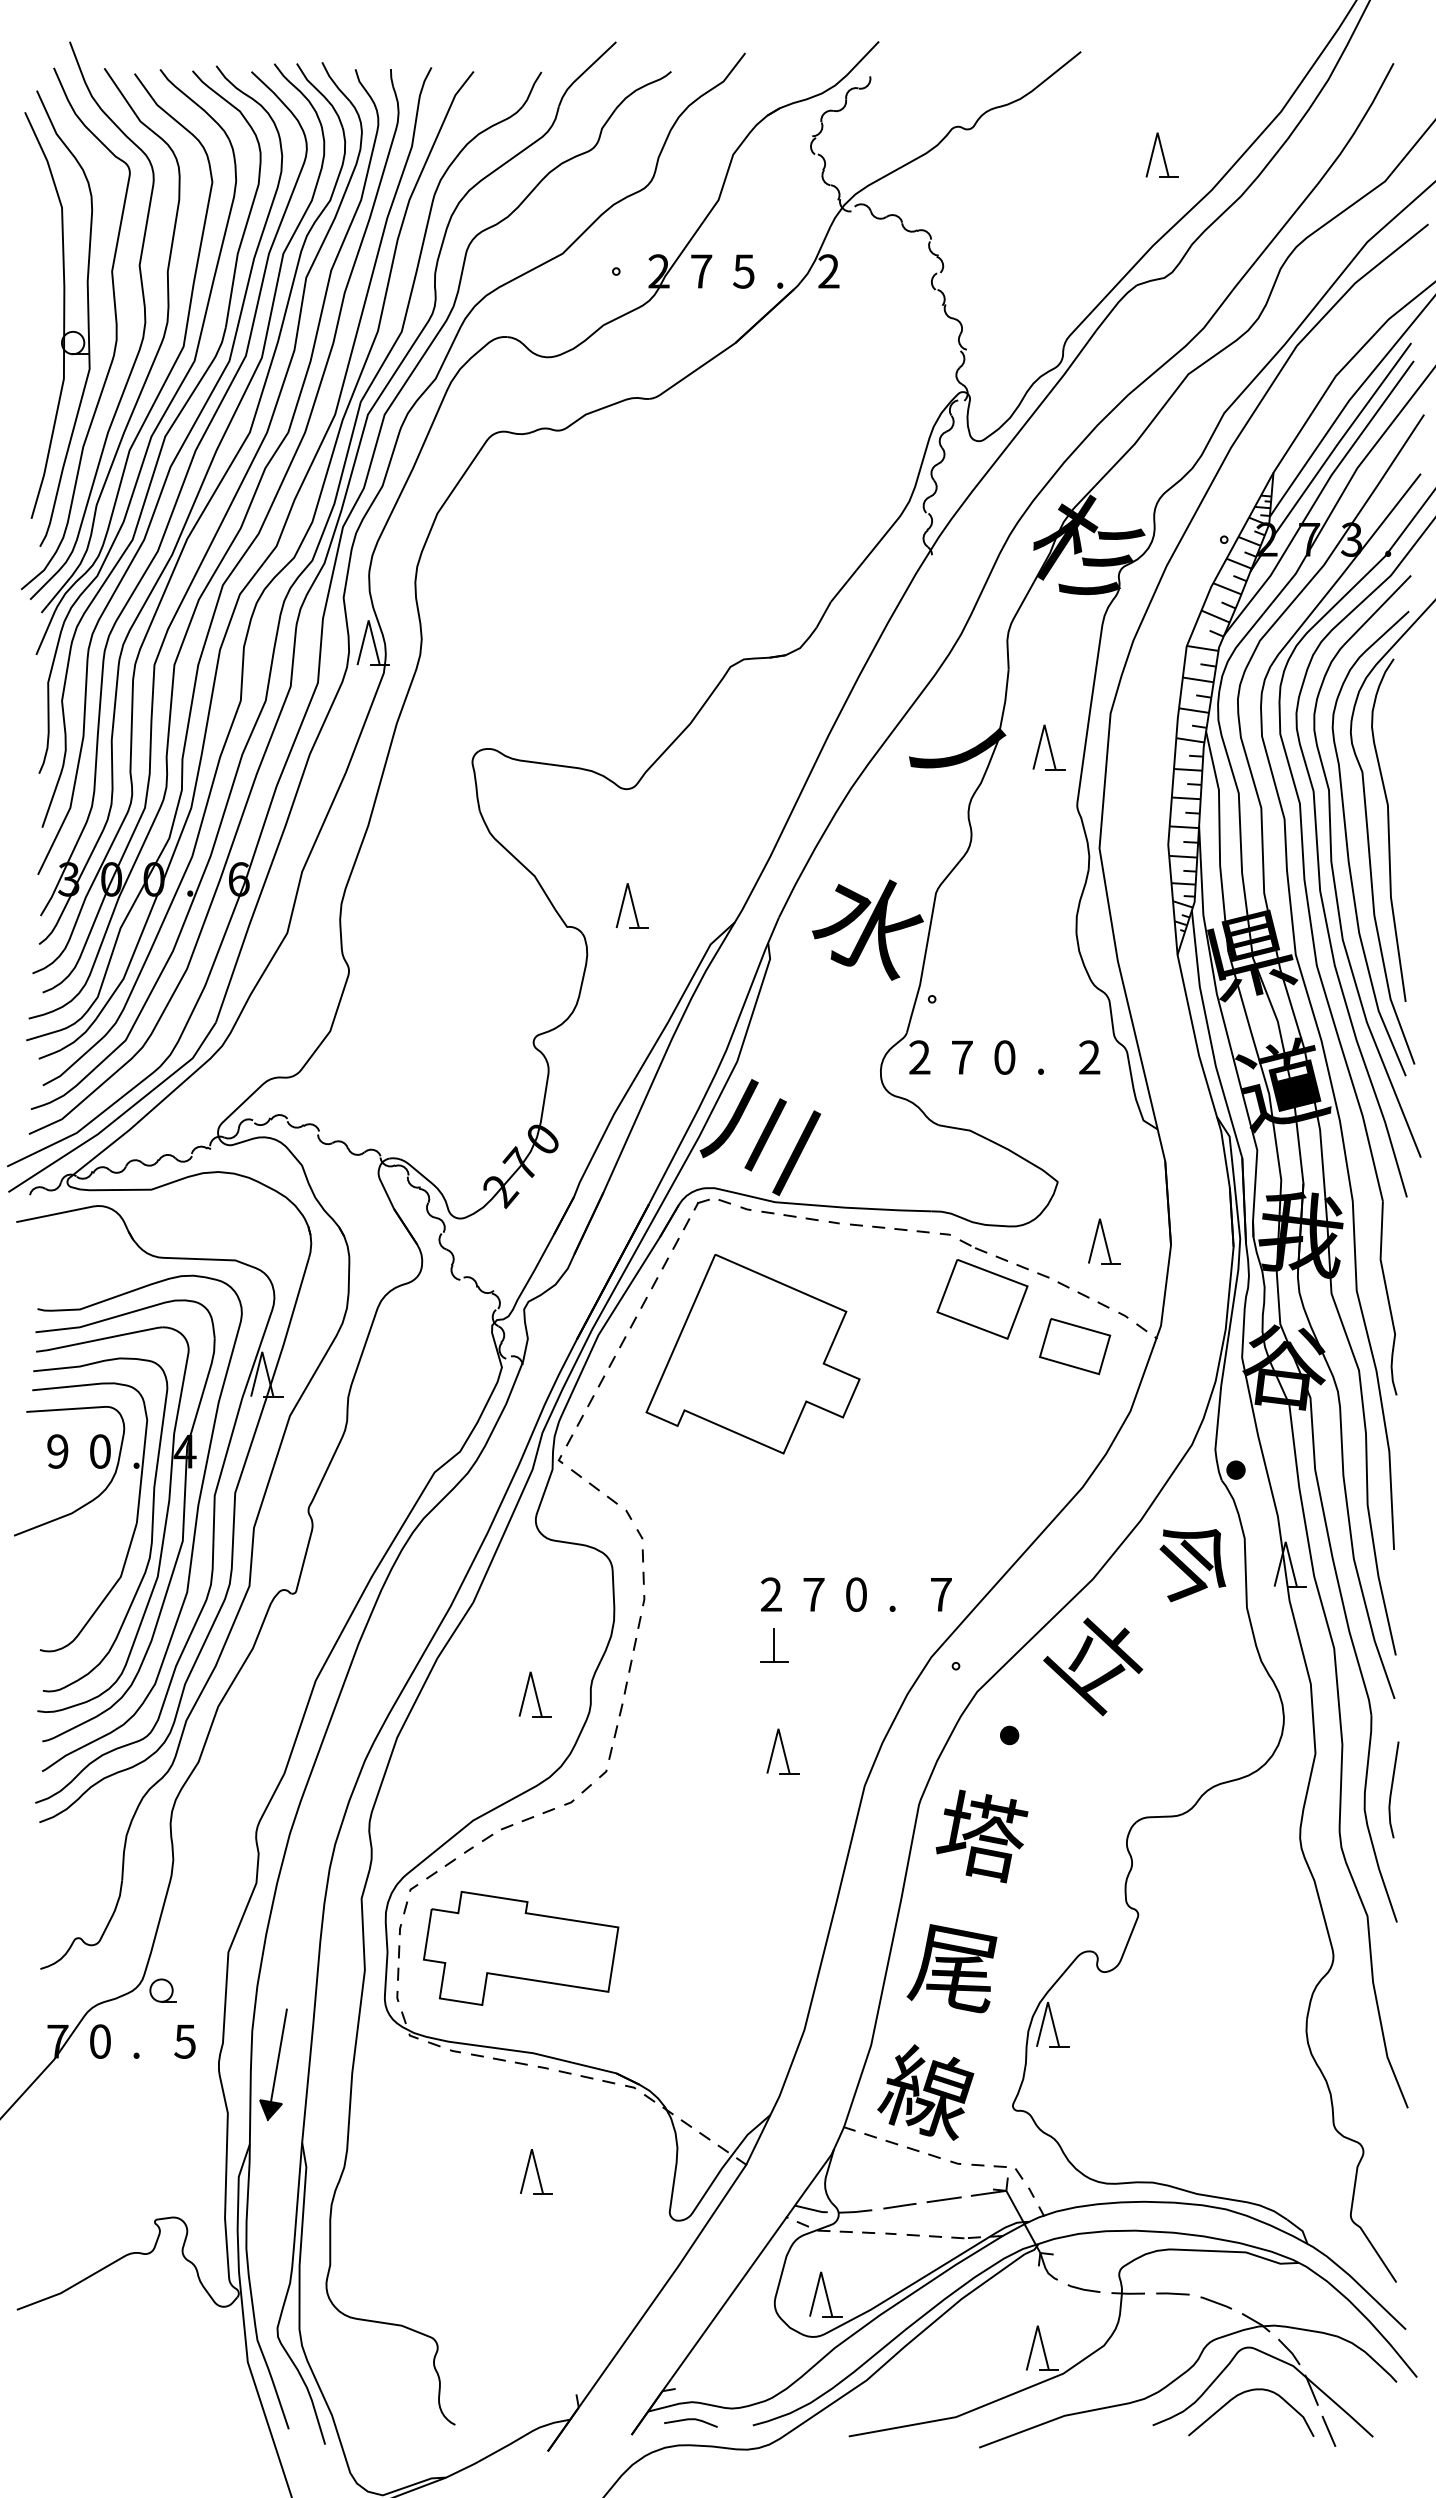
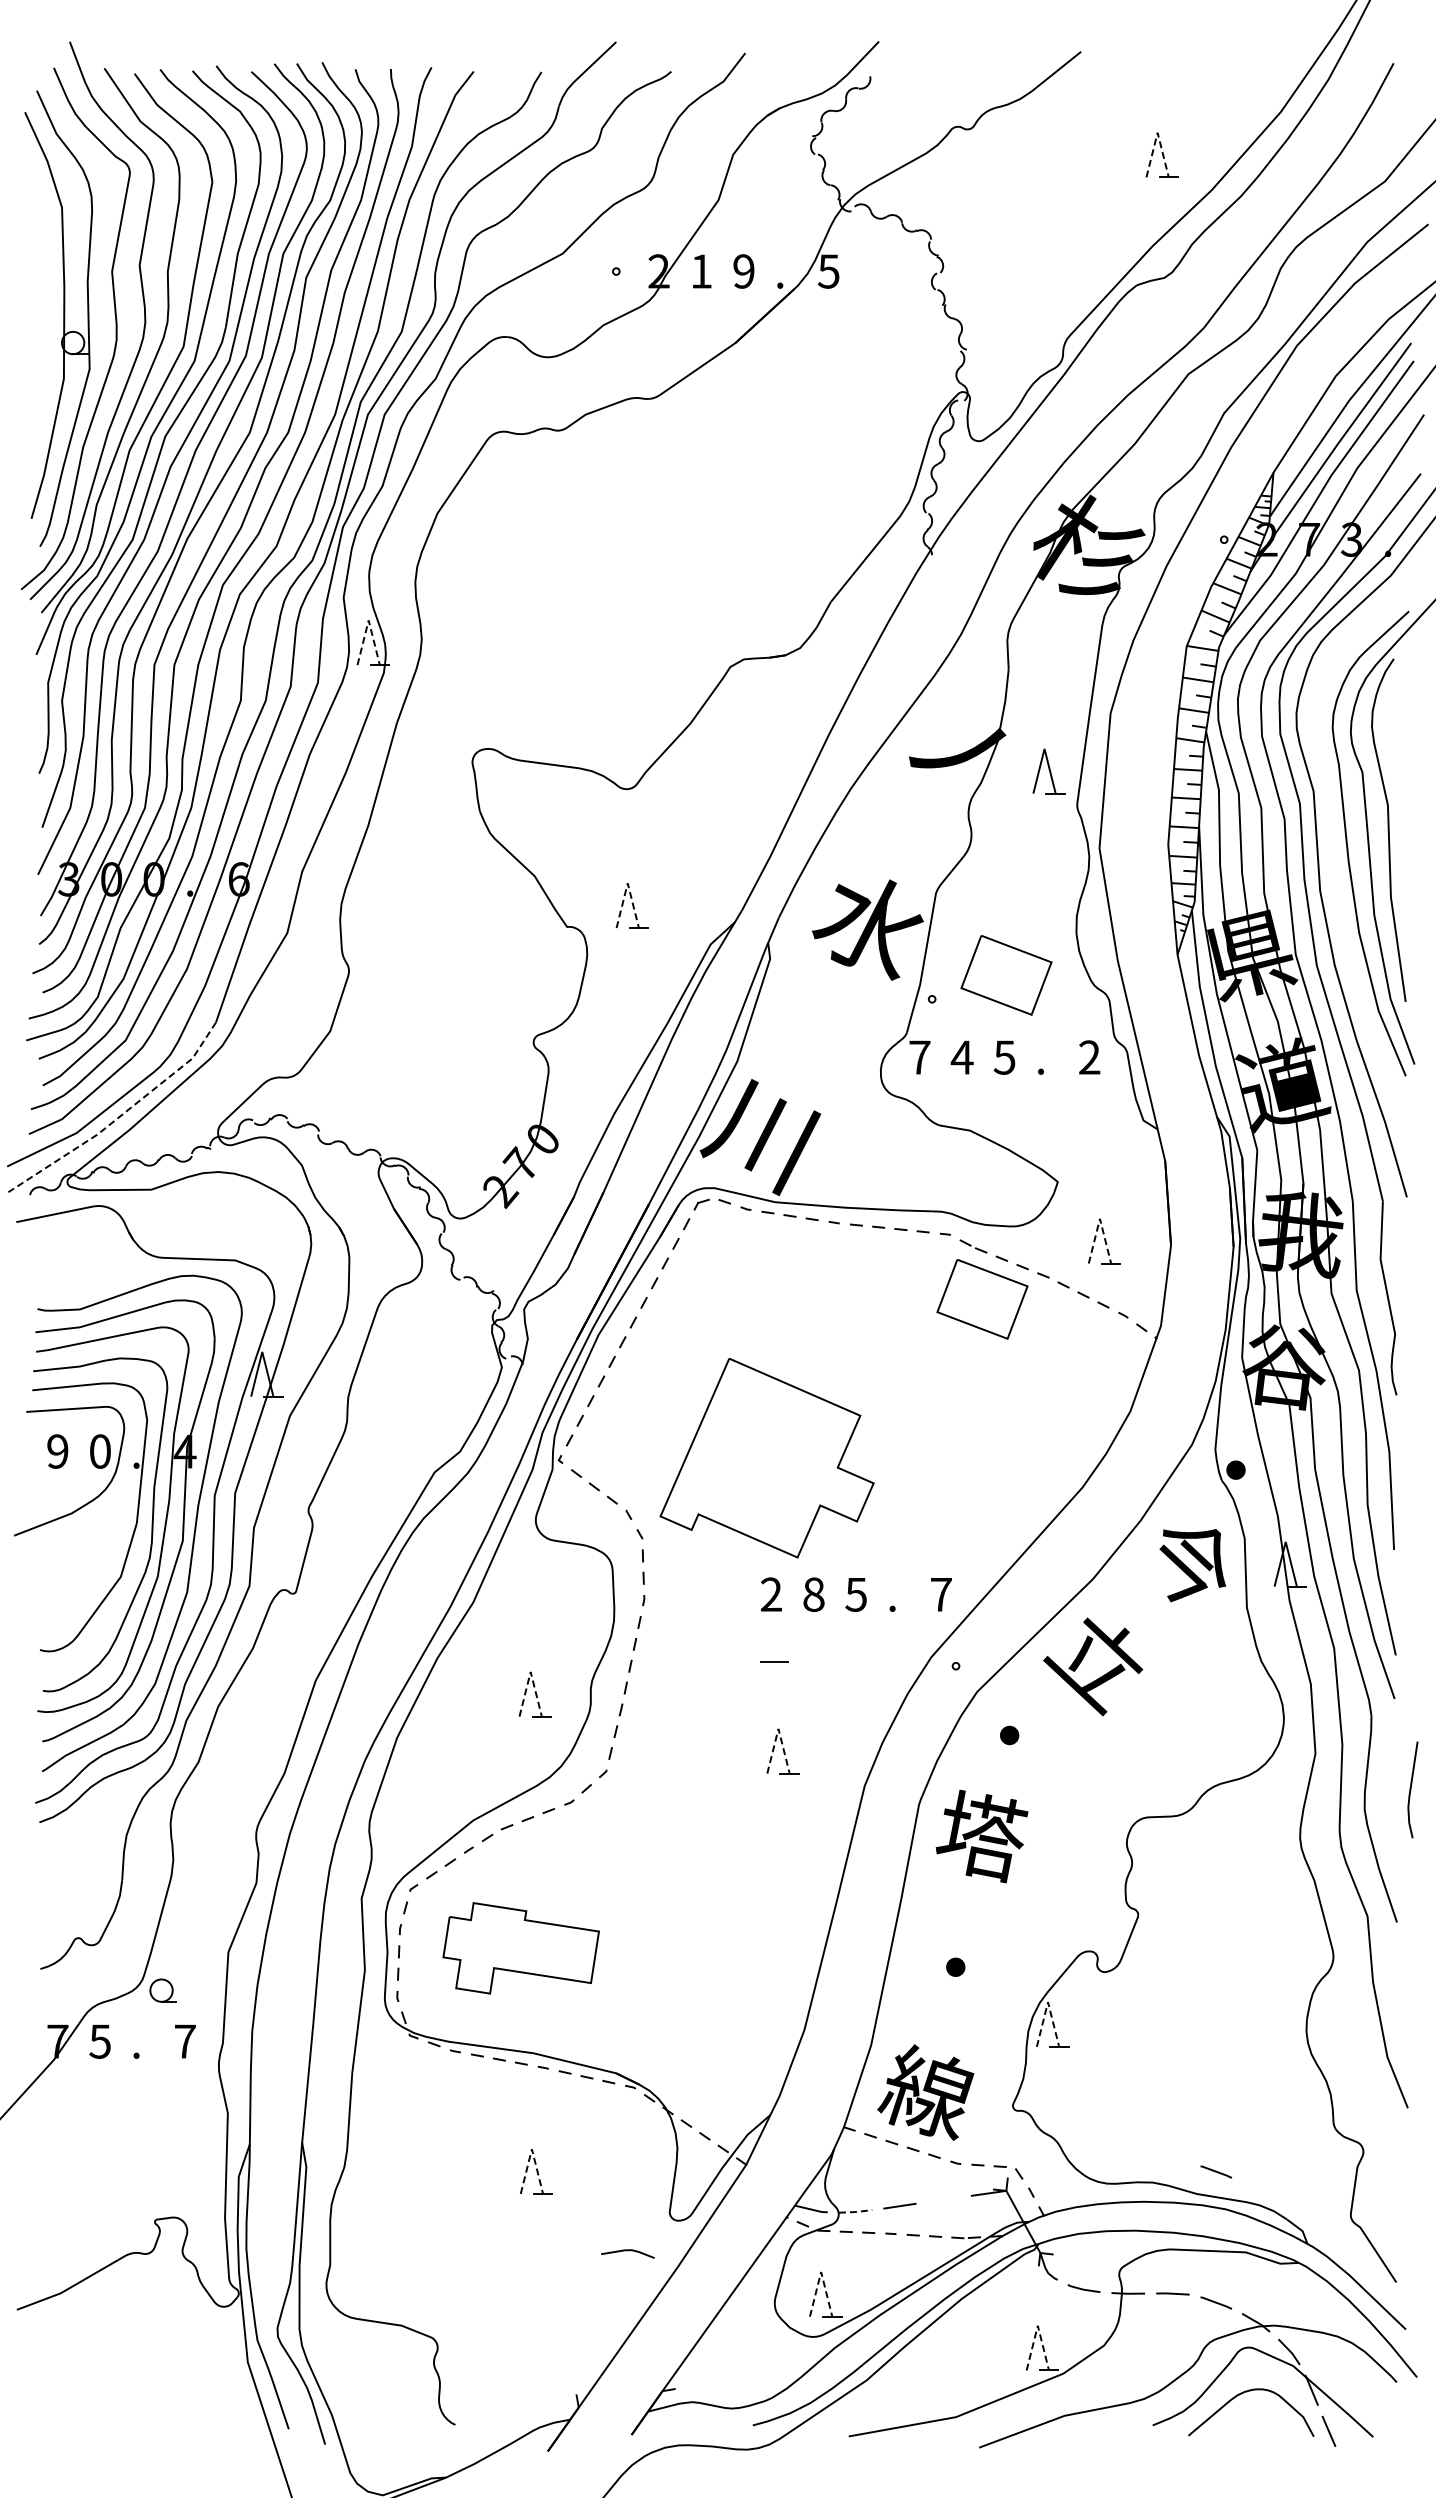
line at (1157, 132): solid -> dashed
text at (701, 271): 7 -> 1
text at (743, 271): 5 -> 9
text at (828, 271): 2 -> 5
line at (368, 620): solid -> dashed
part at (1048, 747) position: (1048, 747) -> (1048, 771)
curve at (1334, 874): present -> none
line at (627, 883): solid -> dashed
part at (1006, 975): none -> present
text at (919, 1057): 2 -> 7
text at (961, 1057): 7 -> 4
text at (1004, 1057): 0 -> 5
line at (120, 1116): solid -> dashed
line at (1099, 1218): solid -> dashed
part at (1075, 1346): present -> none
part at (752, 1354) position: (752, 1354) -> (766, 1458)
text at (813, 1594): 7 -> 8
text at (855, 1594): 0 -> 5
line at (774, 1645): present -> none
line at (530, 1671): solid -> dashed
line at (778, 1728): solid -> dashed
line at (1392, 1789) position: (1392, 1789) -> (1411, 1789)
part at (521, 1947) size: 197x116 px -> 158x93 px
text at (951, 1968): 尾 -> ・
line at (1048, 2002): solid -> dashed
text at (99, 2041): 0 -> 5
text at (184, 2041): 5 -> 7
part at (273, 2064): present -> none
line at (531, 2149): solid -> dashed
line at (1216, 2171): none -> present
line at (943, 2199): present -> none
line at (855, 2212): solid -> dashed
line at (821, 2271): solid -> dashed
line at (1037, 2325): solid -> dashed
line at (690, 2420) position: (690, 2420) -> (627, 2251)
